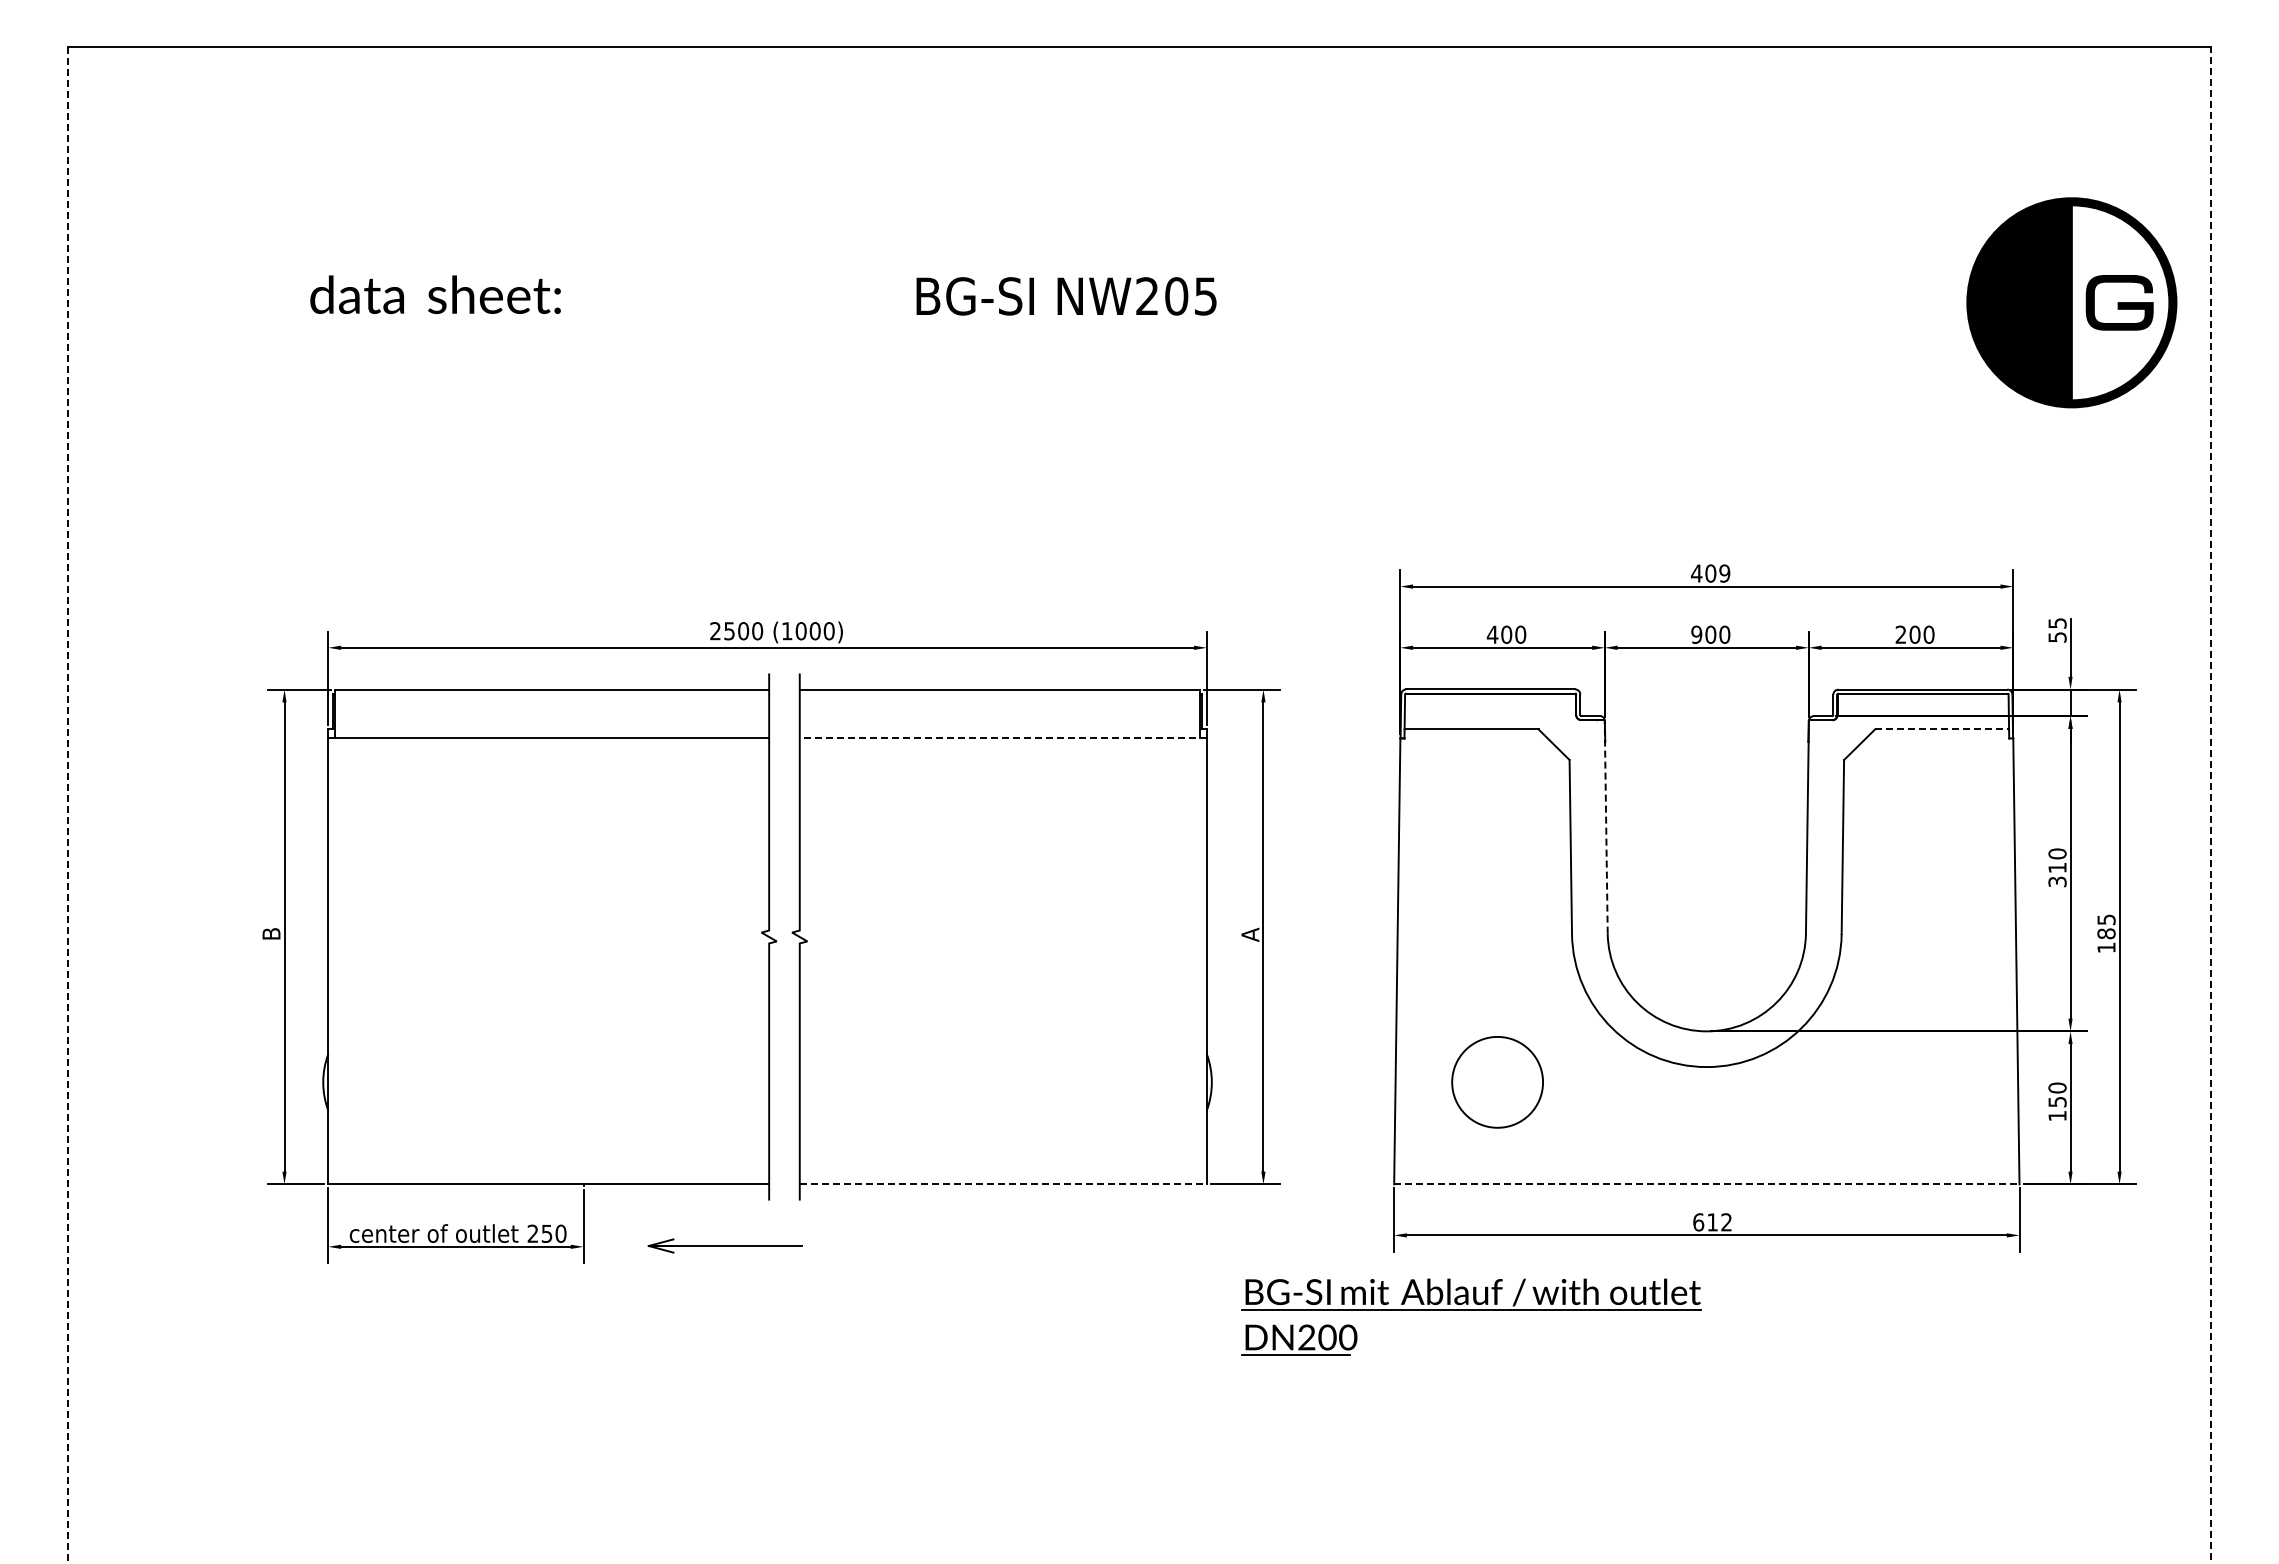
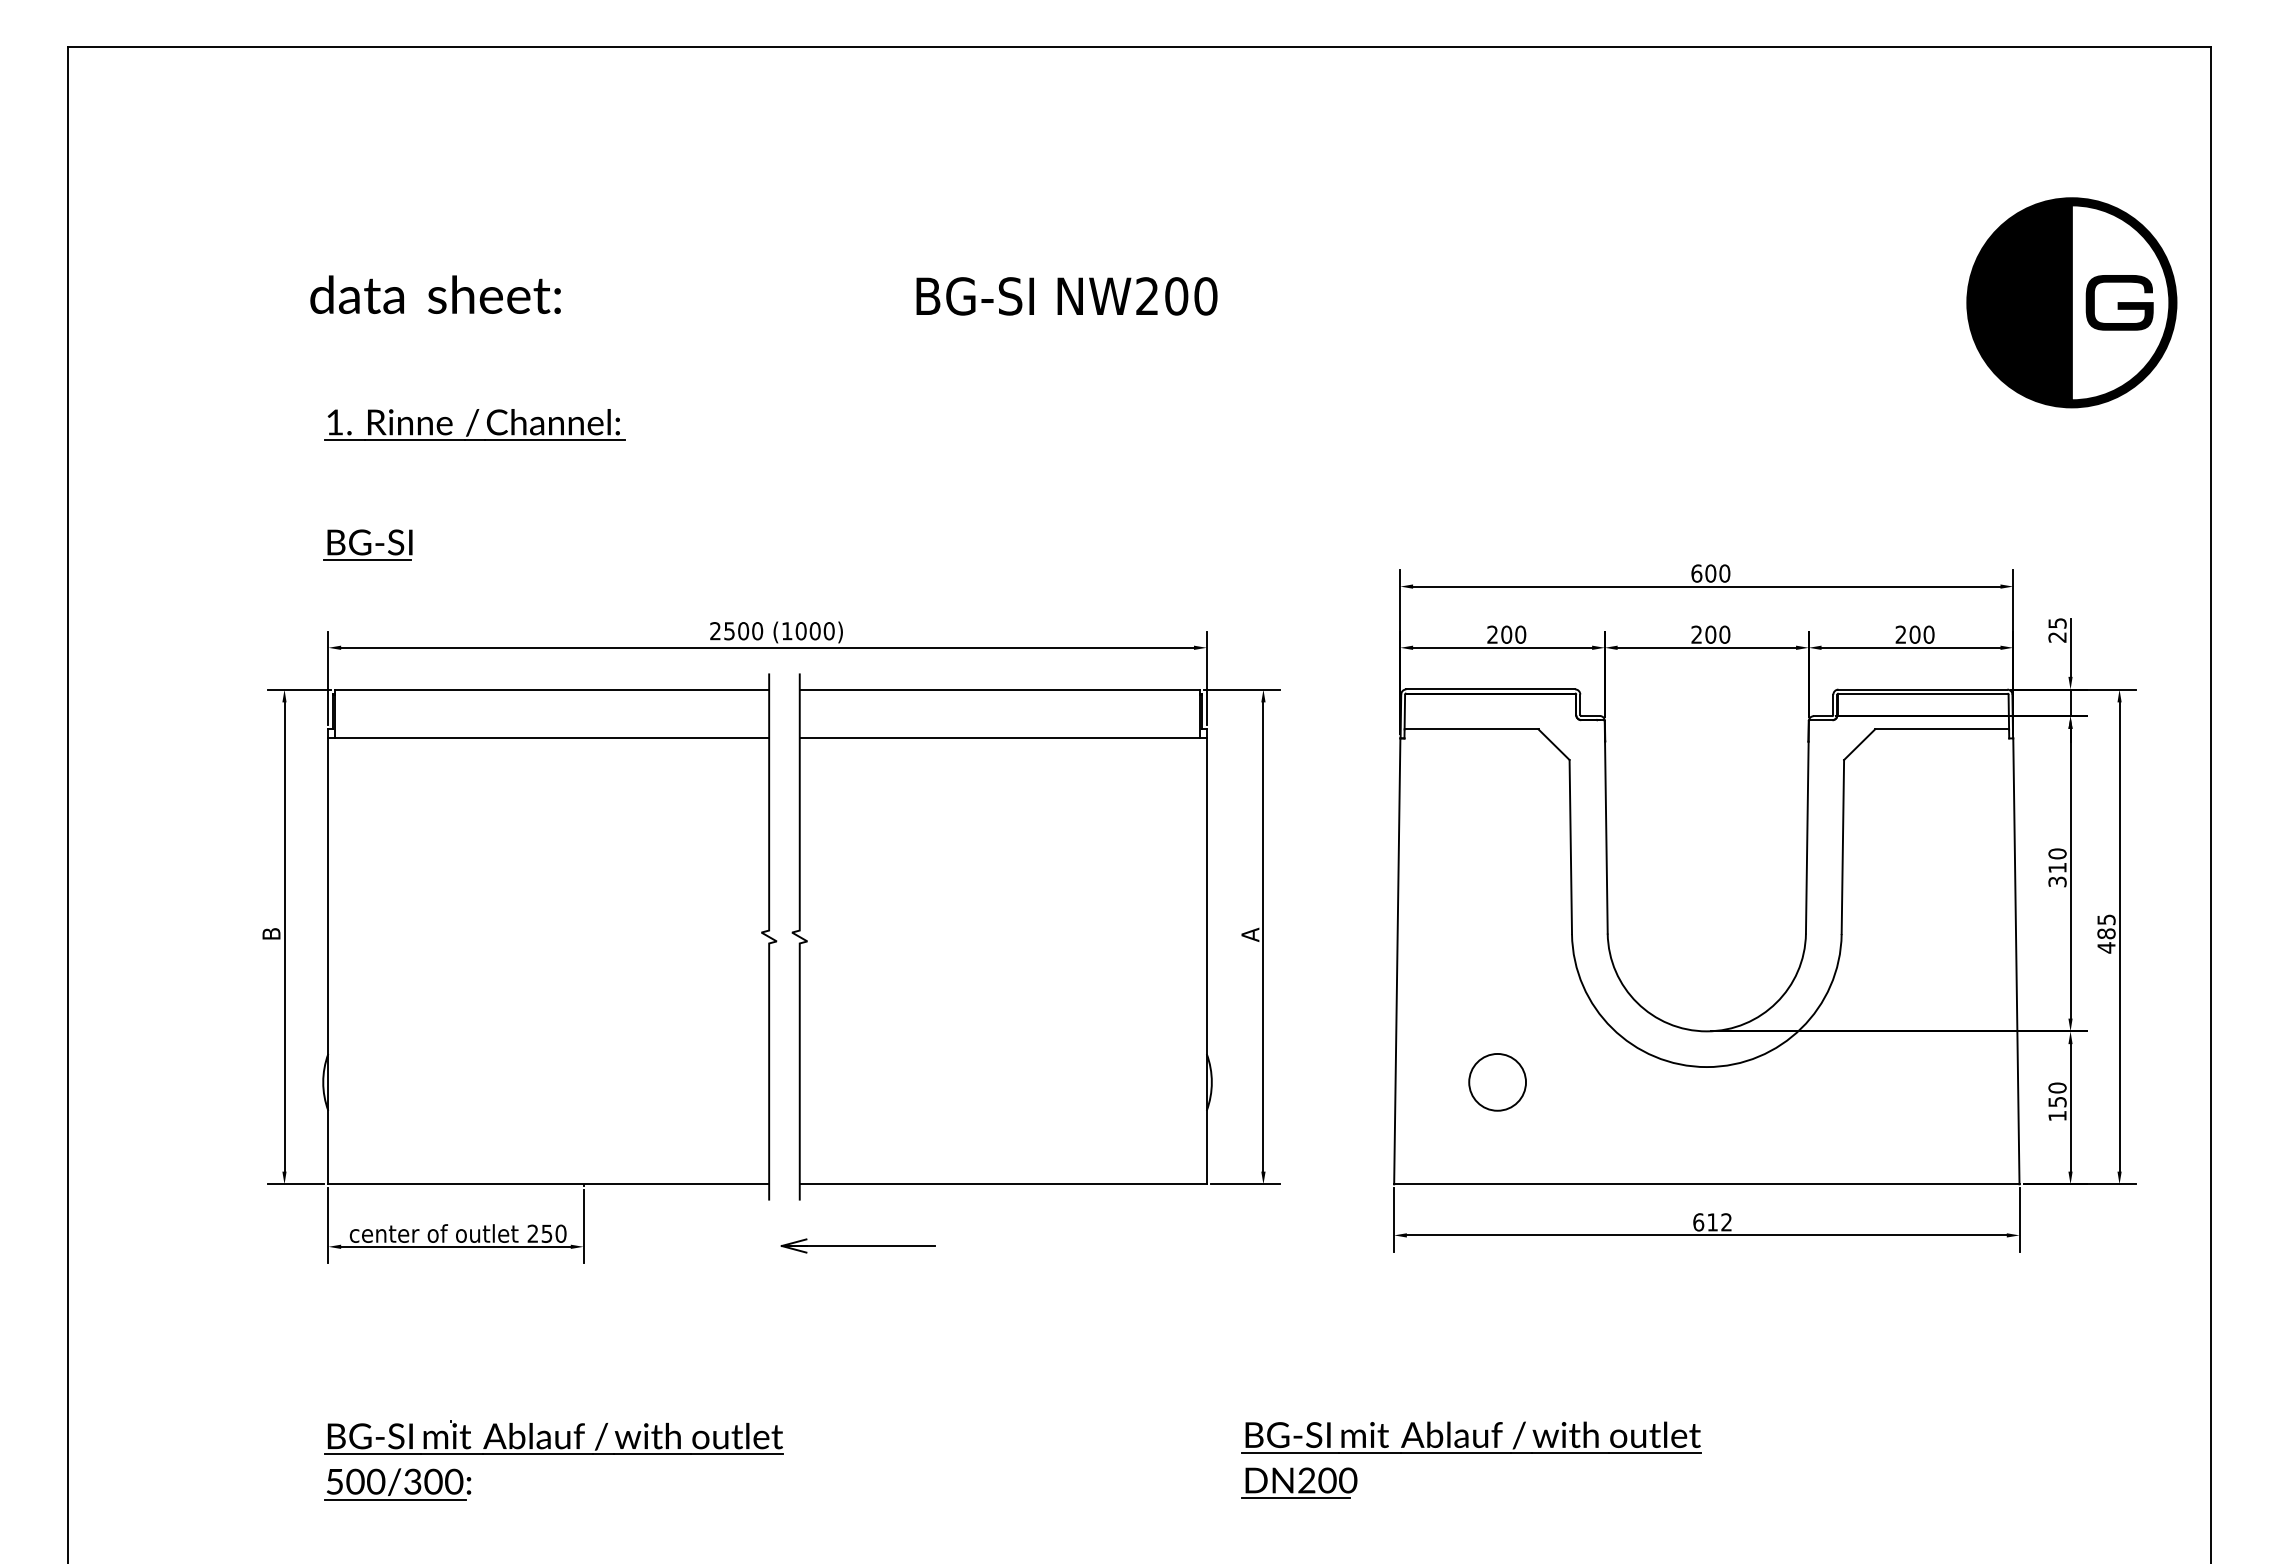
text at (1205, 296): NW205 -> NW200
part at (474, 424): none -> present
part at (367, 544): none -> present
text at (1710, 573): 409 -> 600
text at (1492, 634): 400 -> 200
text at (1696, 634): 900 -> 200
text at (2057, 637): 55 -> 25
line at (1942, 729): dashed -> solid
line at (1002, 738): dashed -> solid
line at (2210, 804): dashed -> solid
line at (68, 805): dashed -> solid
line at (1606, 826): dashed -> solid
text at (2106, 947): 185 -> 485
circle at (1497, 1081) diameter: 91 px -> 57 px
line at (1003, 1184): dashed -> solid
line at (1706, 1184): dashed -> solid
part at (724, 1245) position: (724, 1245) -> (857, 1245)
part at (1471, 1316) position: (1471, 1316) -> (1471, 1459)
part at (553, 1460): none -> present
